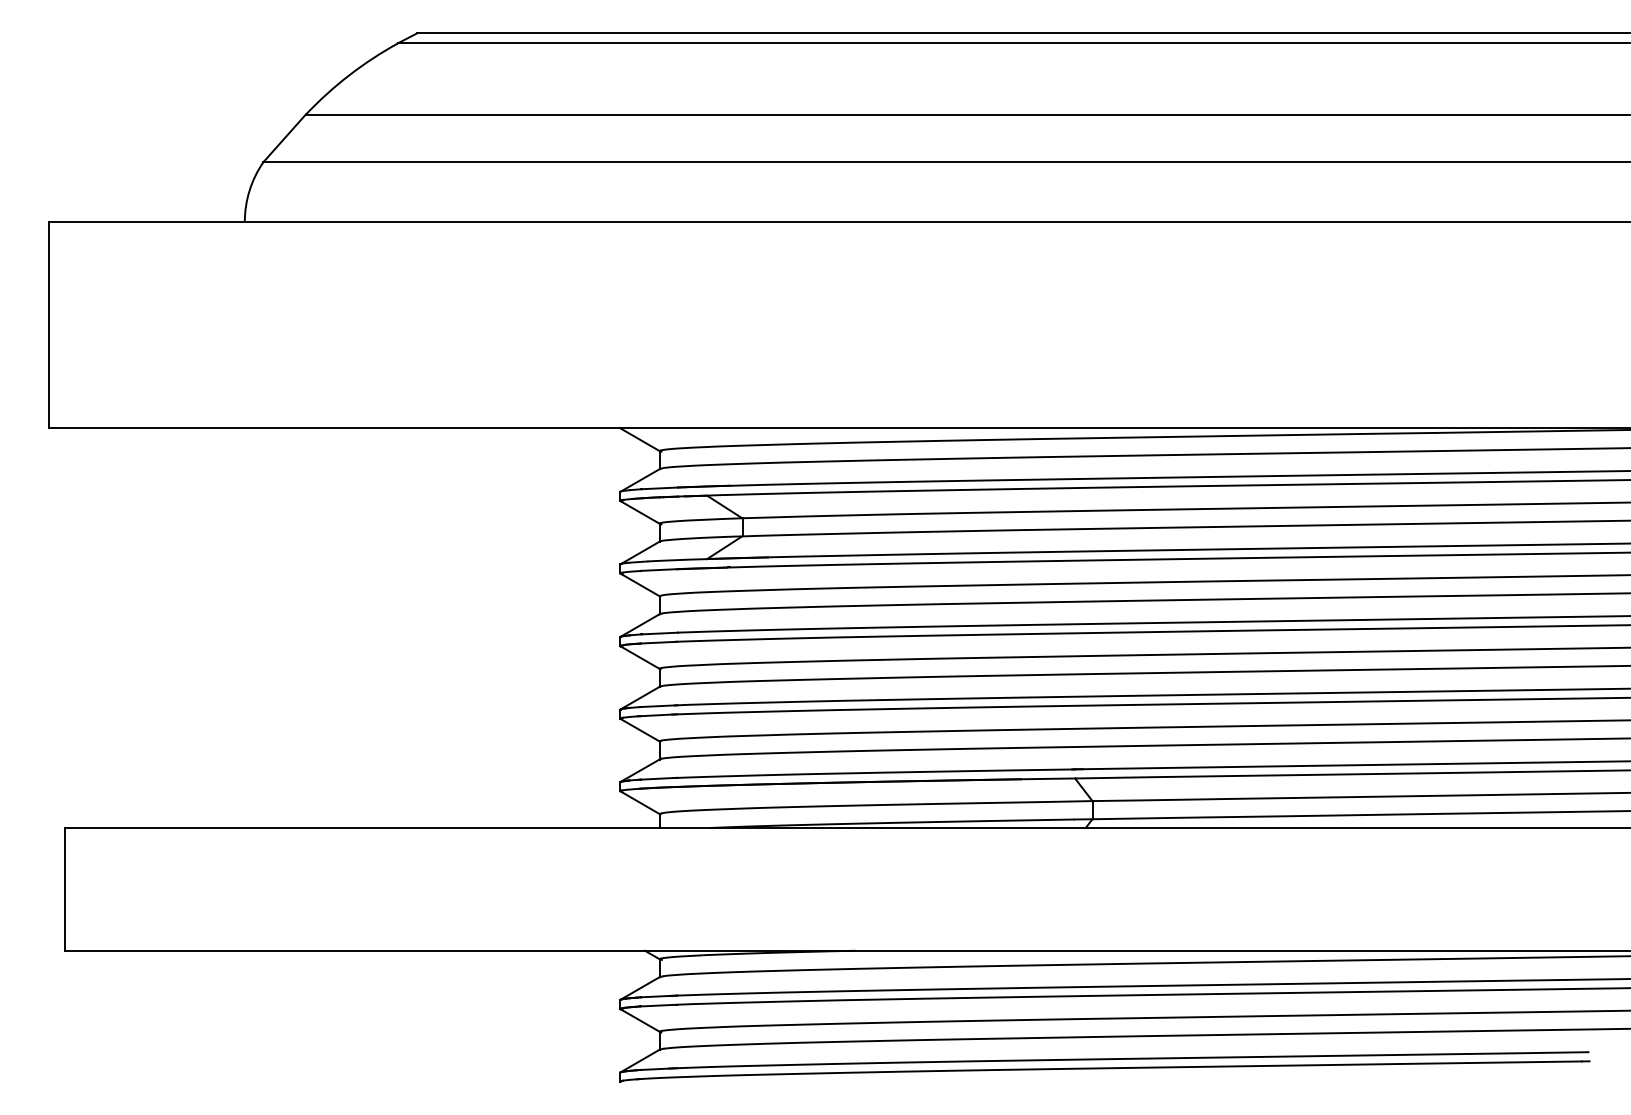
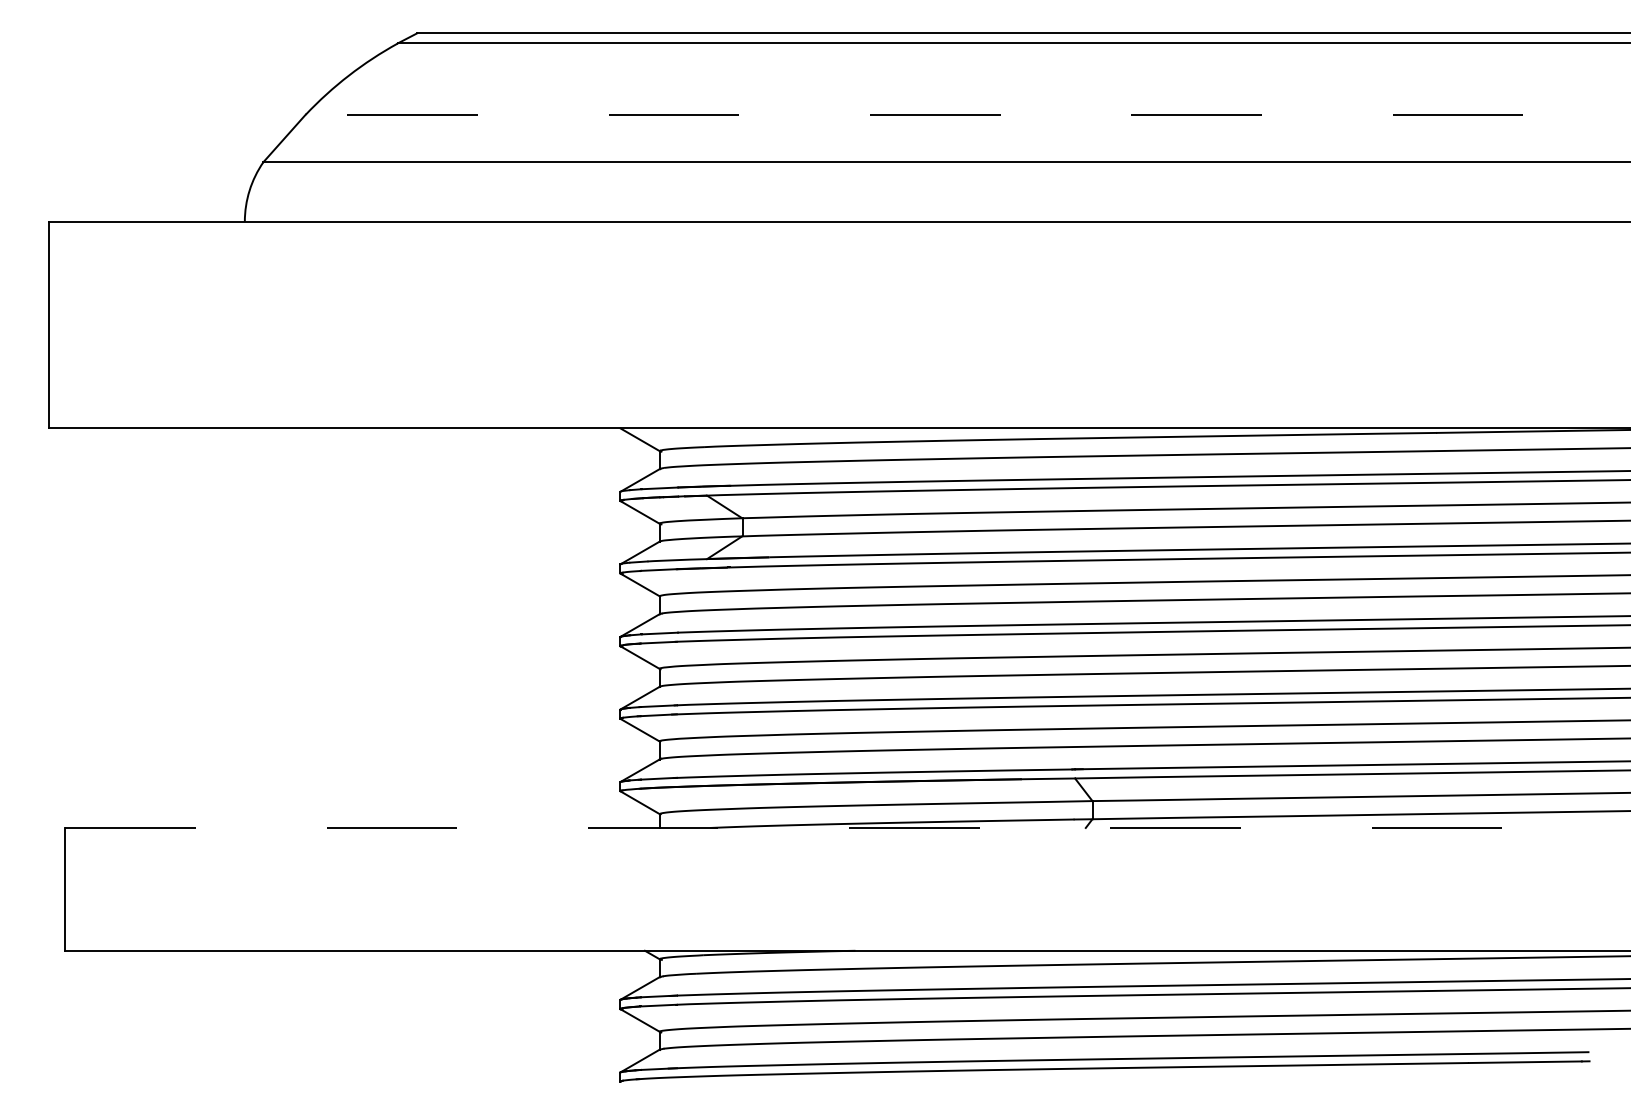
line at (967, 114): solid -> dashed
line at (848, 827): solid -> dashed
